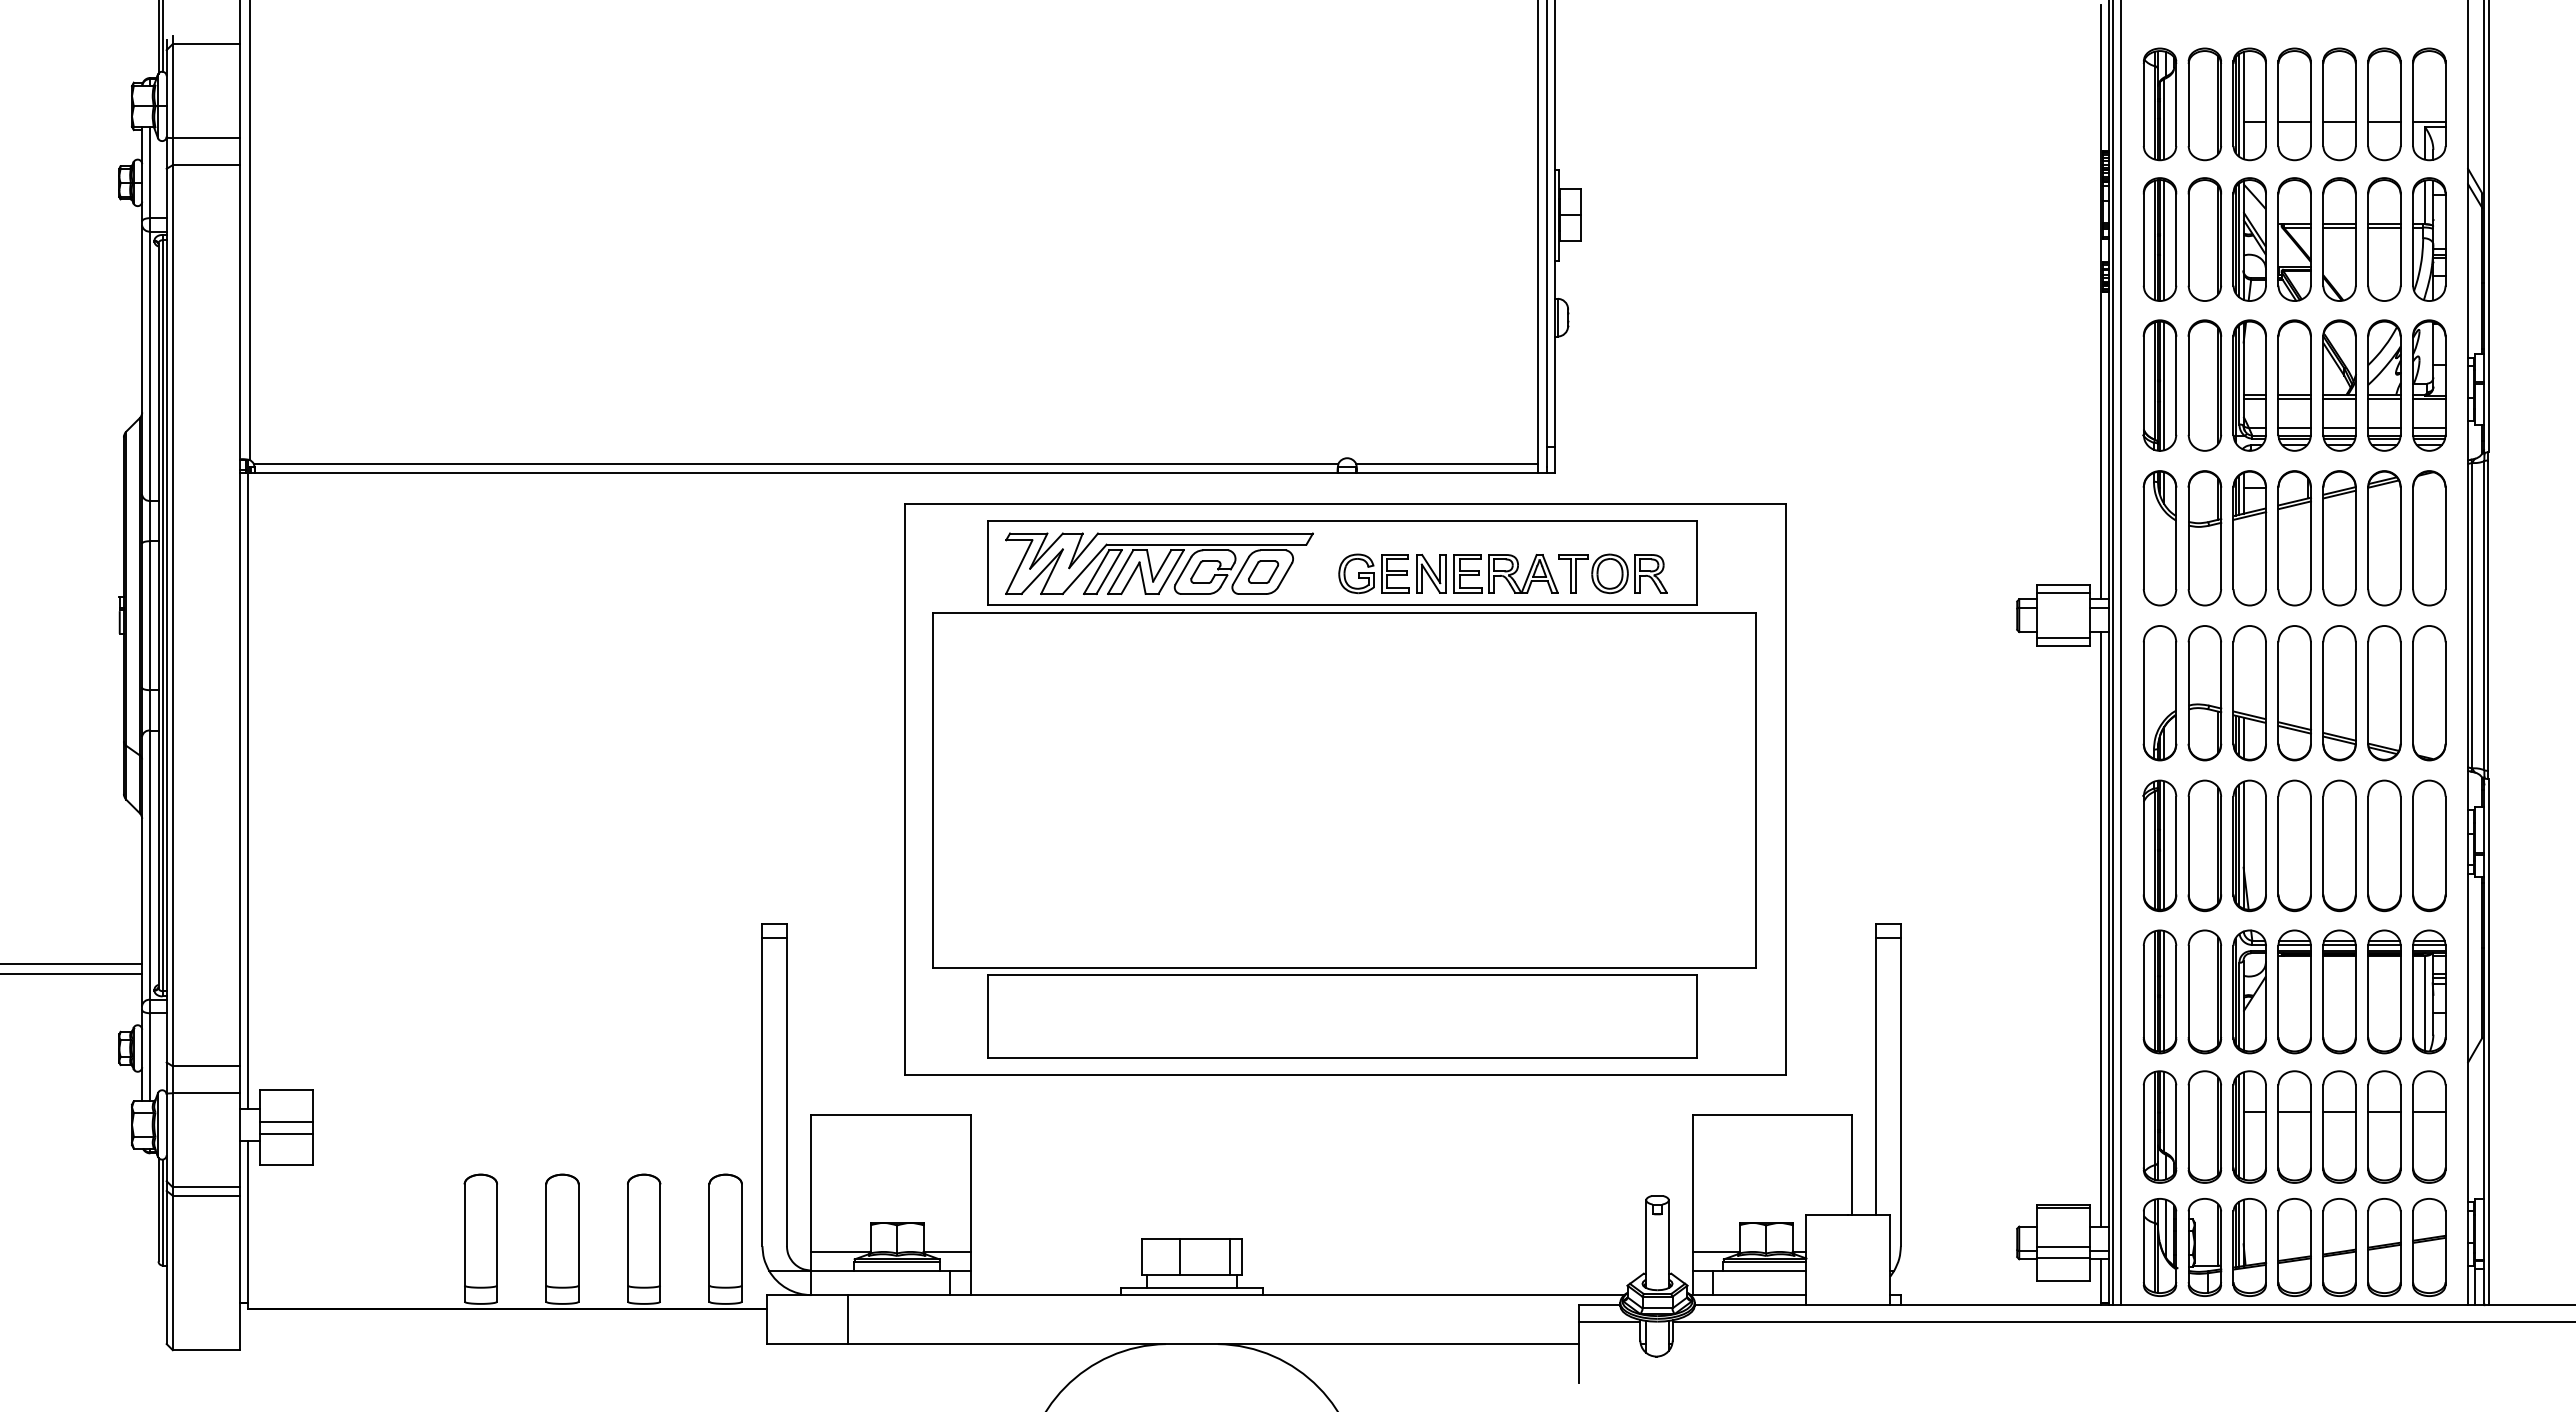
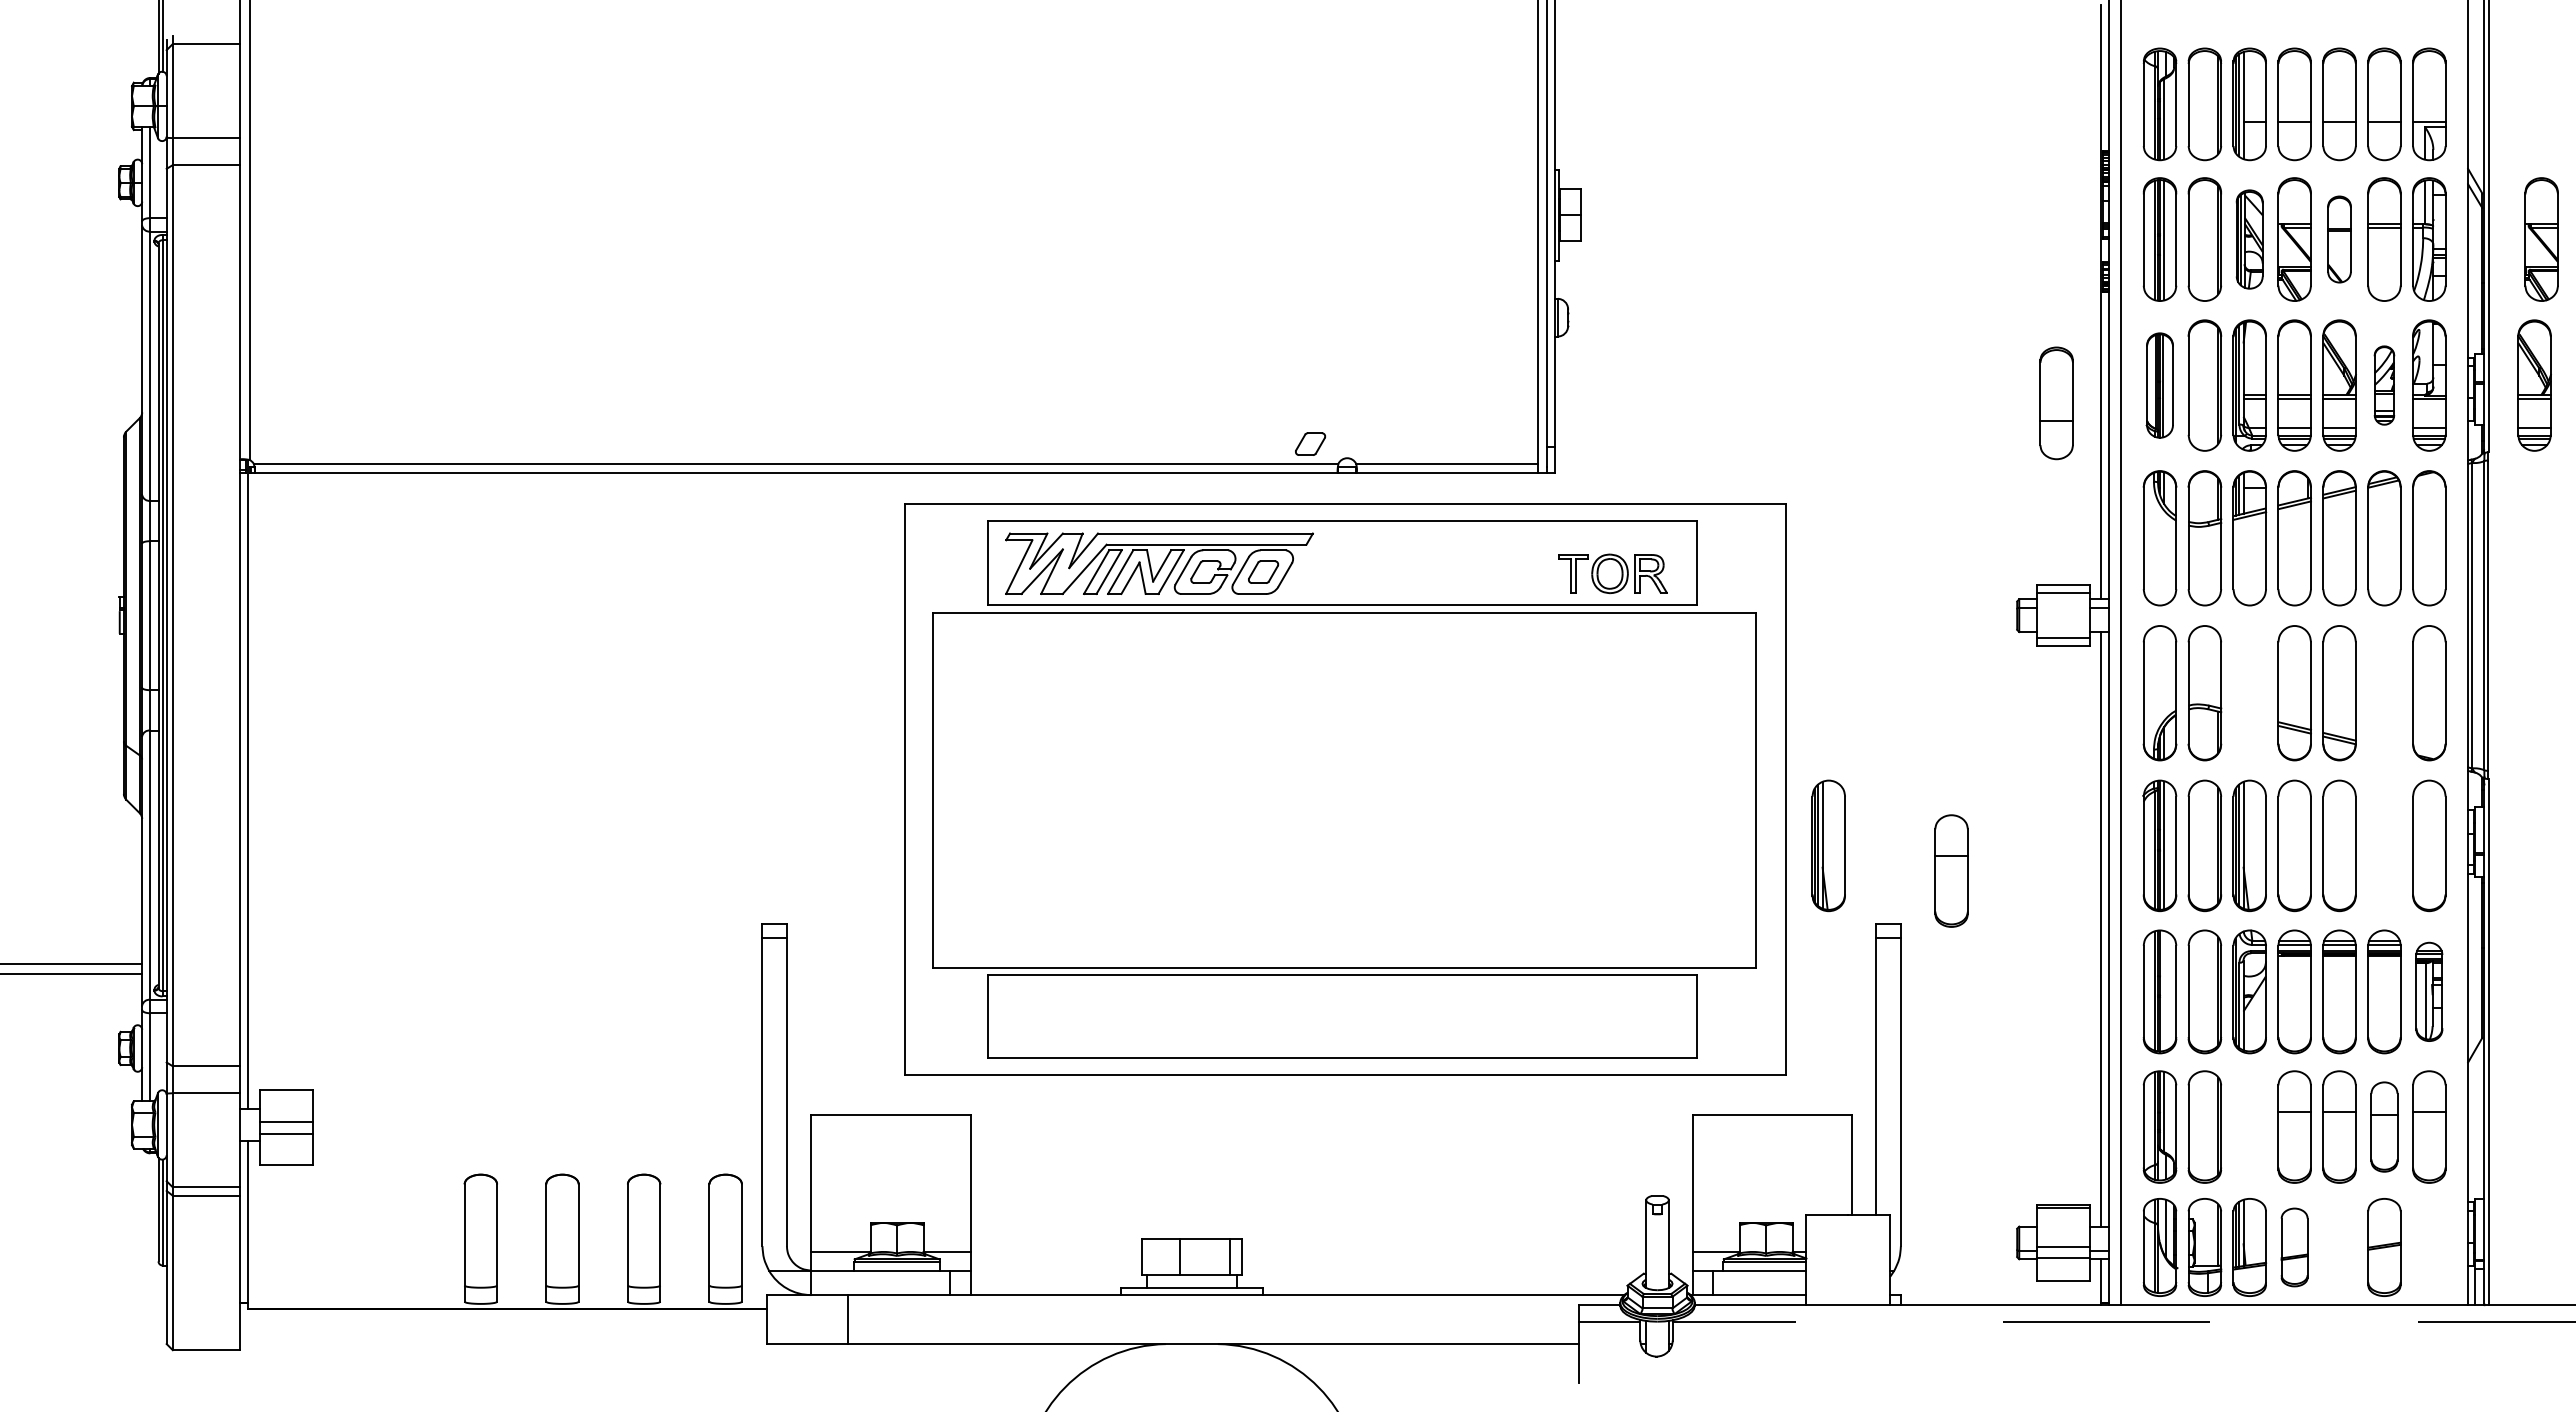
part at (2249, 239) size: 35x125 px -> 29x101 px
part at (2339, 239) size: 35x125 px -> 25x89 px
part at (2541, 239): none -> present
part at (2159, 385) size: 36x133 px -> 29x107 px
part at (2384, 385) size: 35x133 px -> 23x81 px
part at (2534, 385): none -> present
part at (2056, 403): none -> present
part at (1310, 443): none -> present
part at (1448, 573): present -> none
line at (2113, 653): present -> none
part at (2249, 693): present -> none
part at (2384, 693): present -> none
part at (1828, 845): none -> present
part at (2384, 845): present -> none
part at (1951, 870): none -> present
line at (2164, 991): present -> none
part at (2429, 991) size: 35x126 px -> 29x101 px
part at (2249, 1126): present -> none
part at (2384, 1126) size: 35x114 px -> 29x92 px
part at (2294, 1247) size: 35x99 px -> 29x81 px
part at (2339, 1247): present -> none
part at (2429, 1247): present -> none
line at (2123, 1322): solid -> dashed
